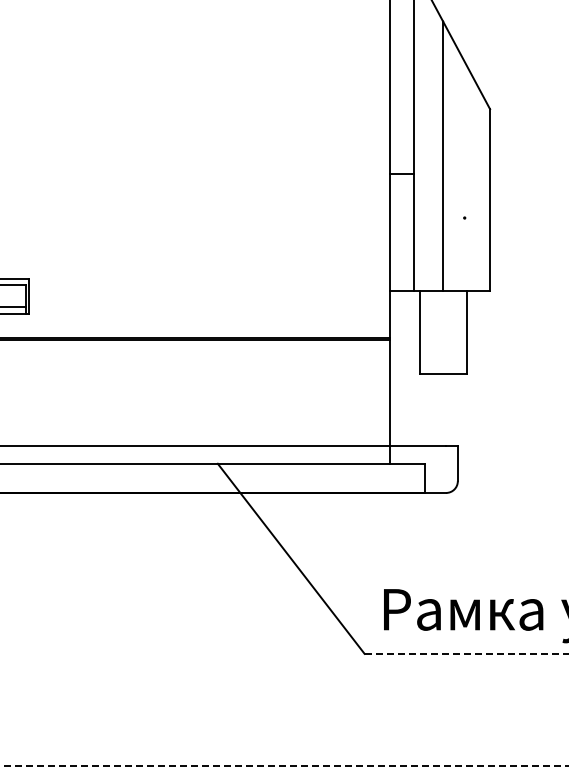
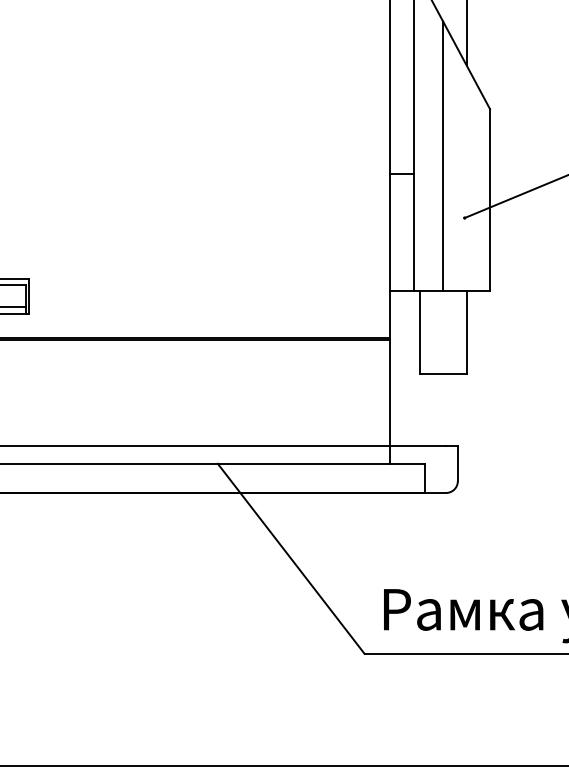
line at (466, 33): none -> present
line at (514, 197): none -> present
line at (466, 653): dashed -> solid
line at (284, 765): dashed -> solid
